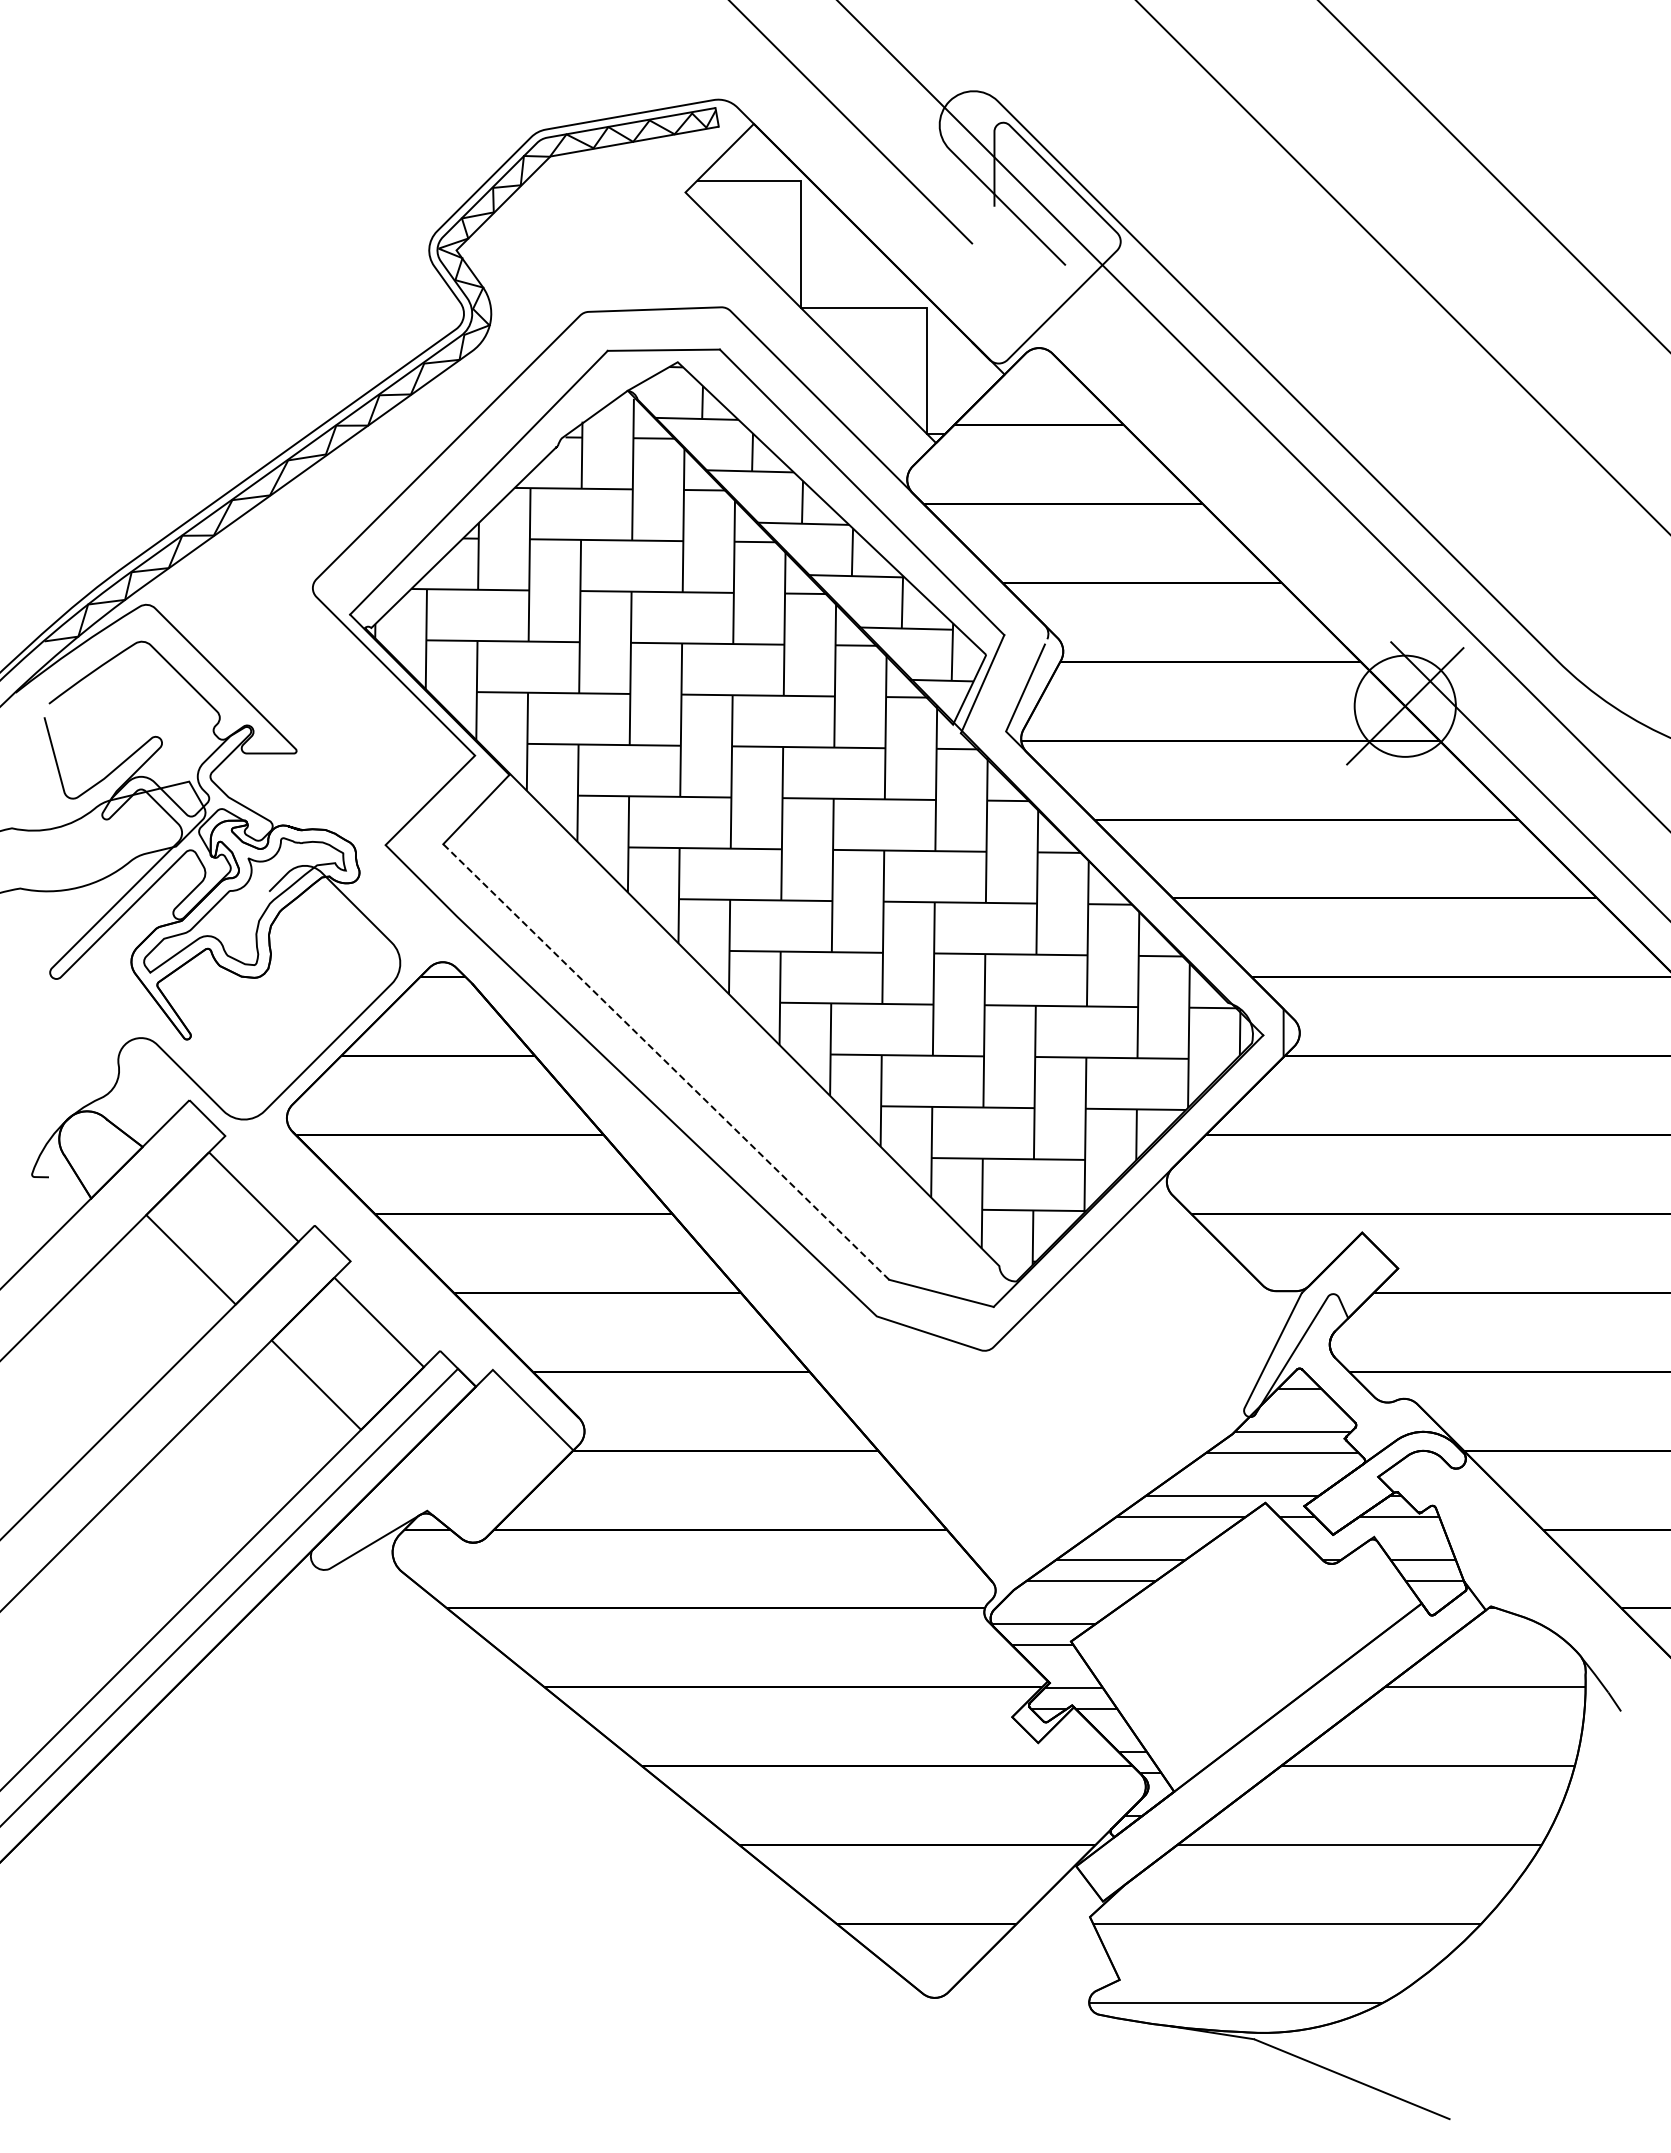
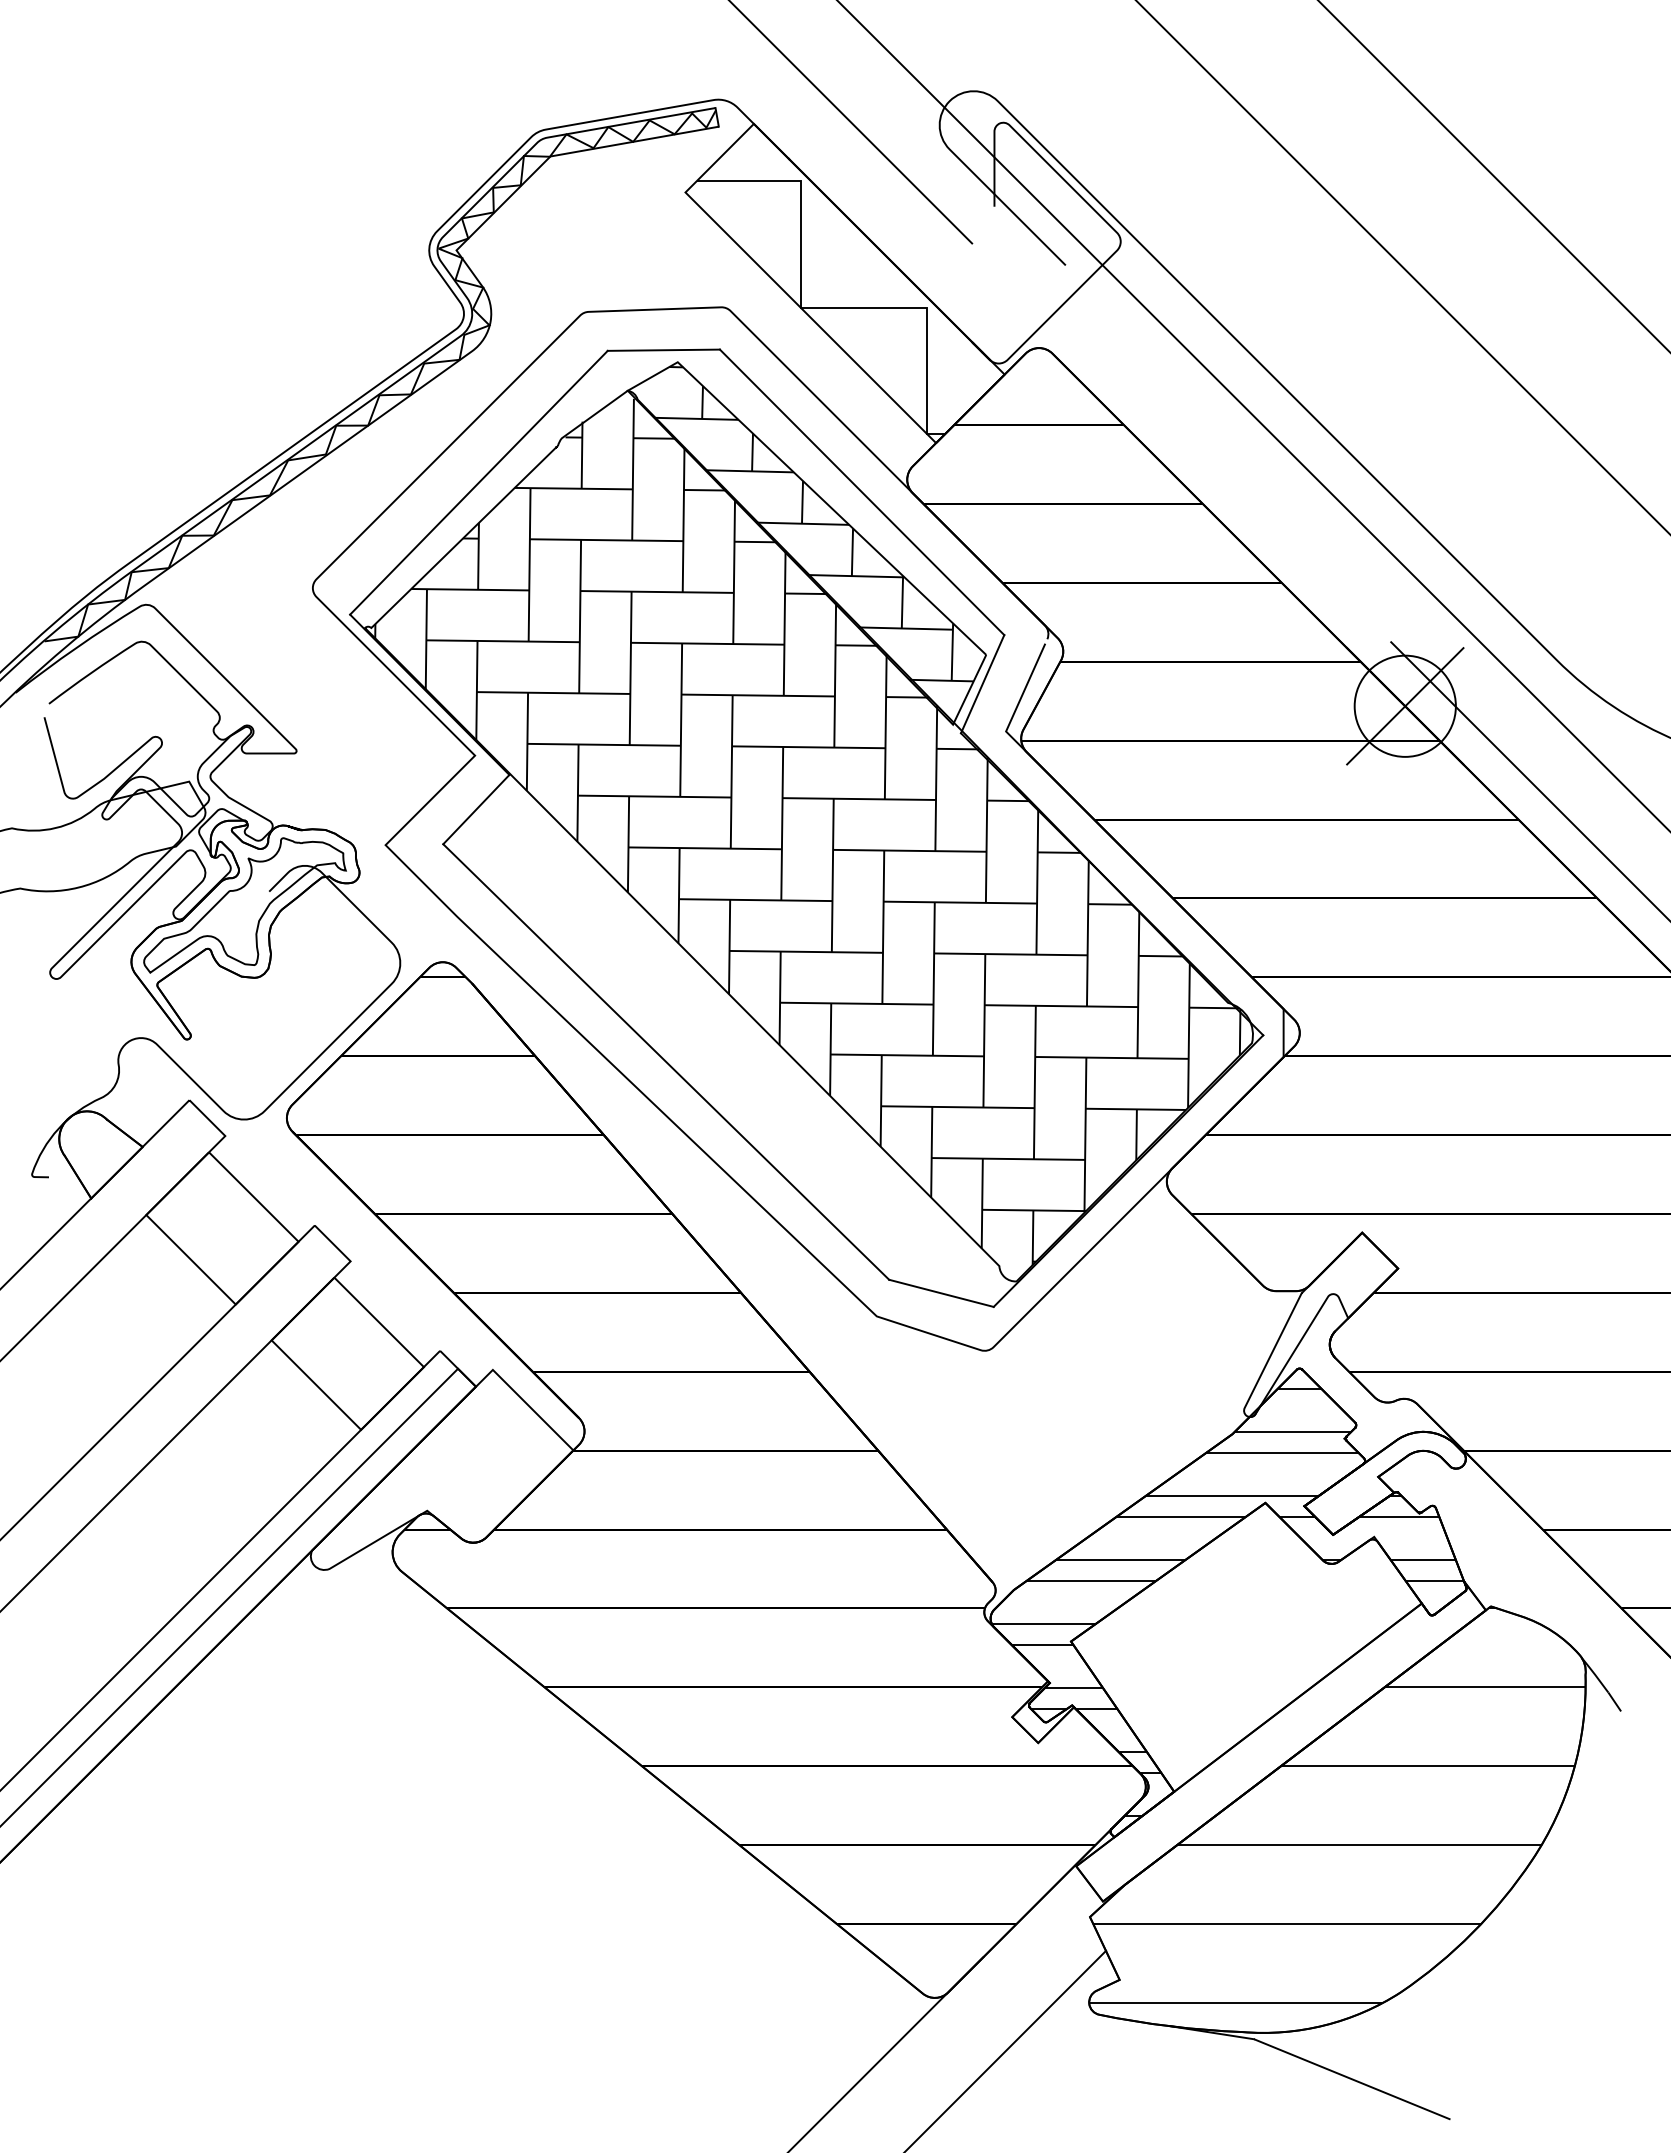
line at (666, 1062): dashed -> solid
line at (1006, 2049): none -> present
line at (886, 2053): none -> present
